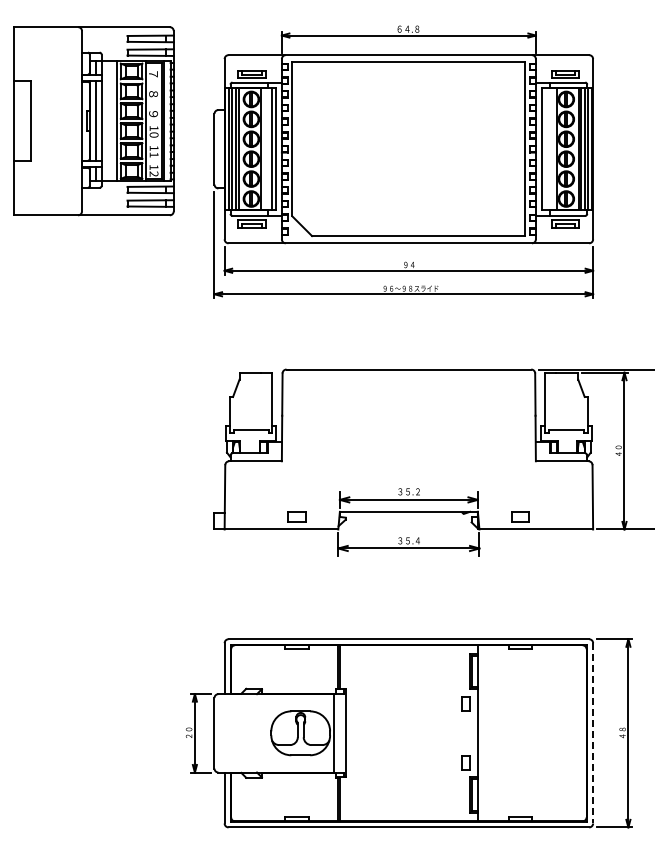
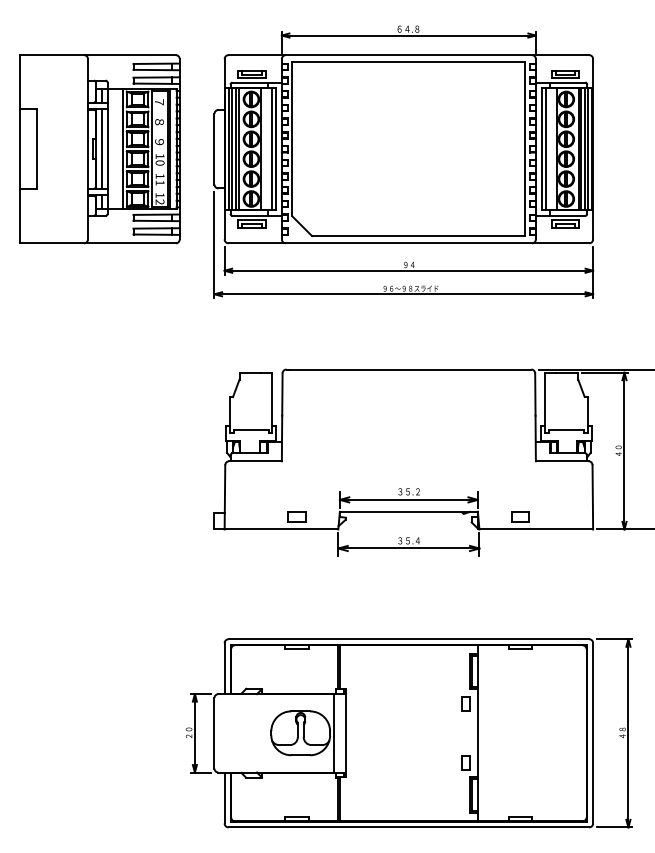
part at (93, 121) position: (93, 121) -> (99, 149)
line at (545, 149): none -> present
line at (593, 733): dashed -> solid
